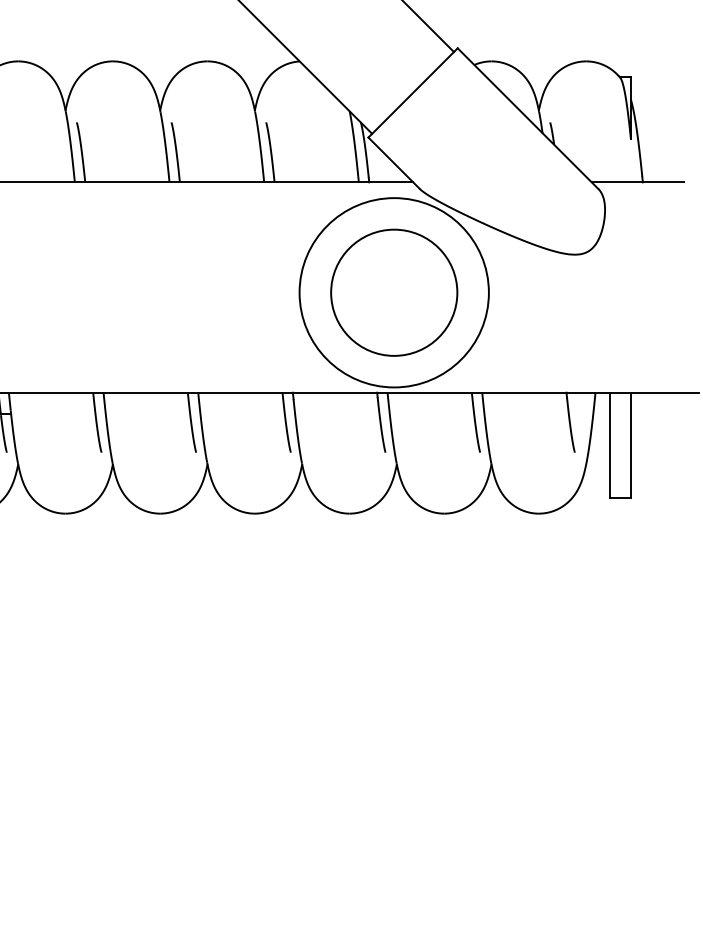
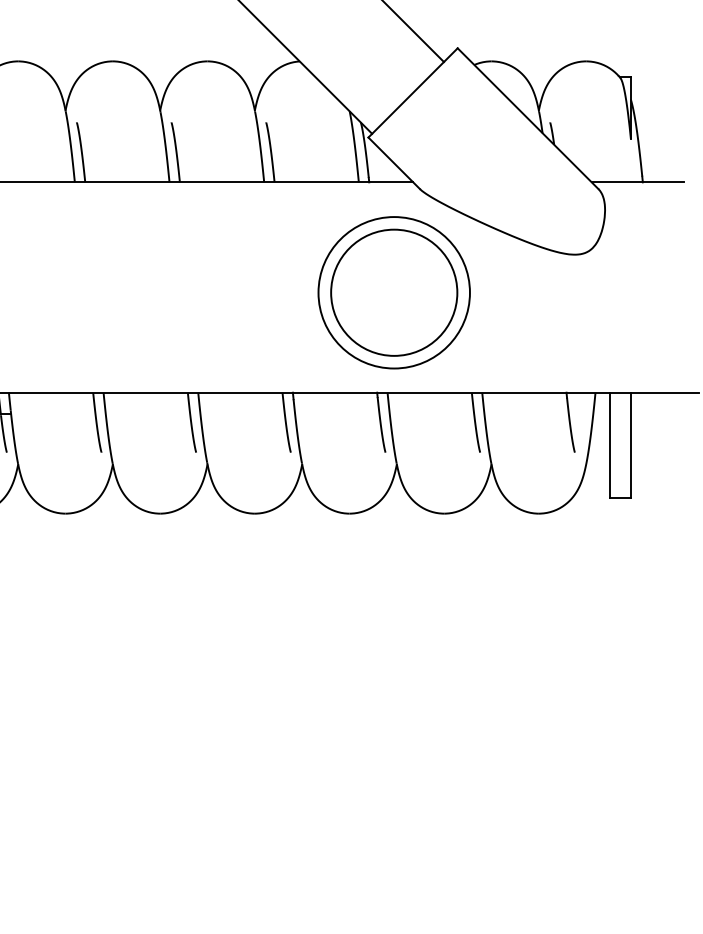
line at (428, 27) position: (428, 27) -> (413, 32)
circle at (393, 292) diameter: 189 px -> 151 px
